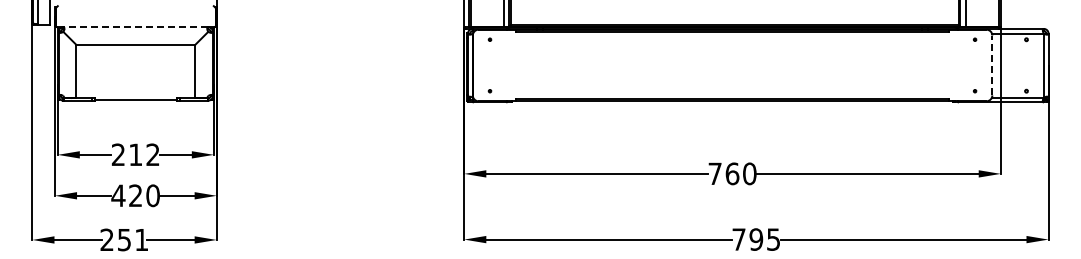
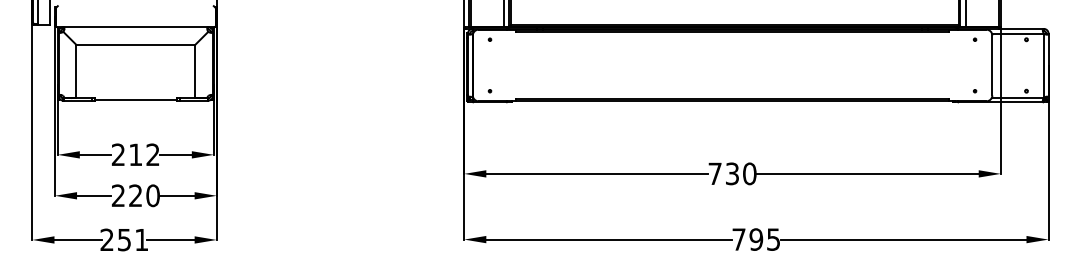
line at (135, 27): dashed -> solid
line at (992, 65): dashed -> solid
text at (732, 173): 760 -> 730
text at (118, 195): 420 -> 220
